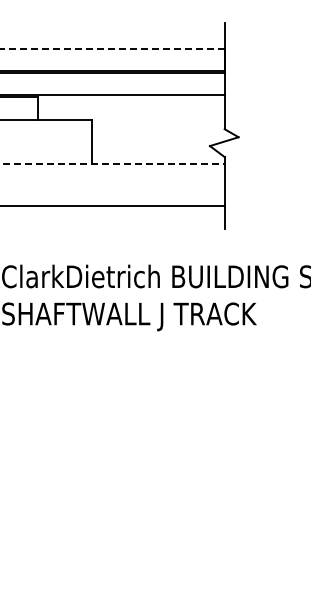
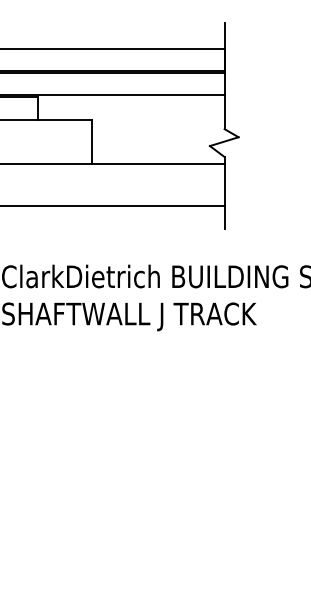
line at (112, 48): dashed -> solid
line at (112, 164): dashed -> solid
